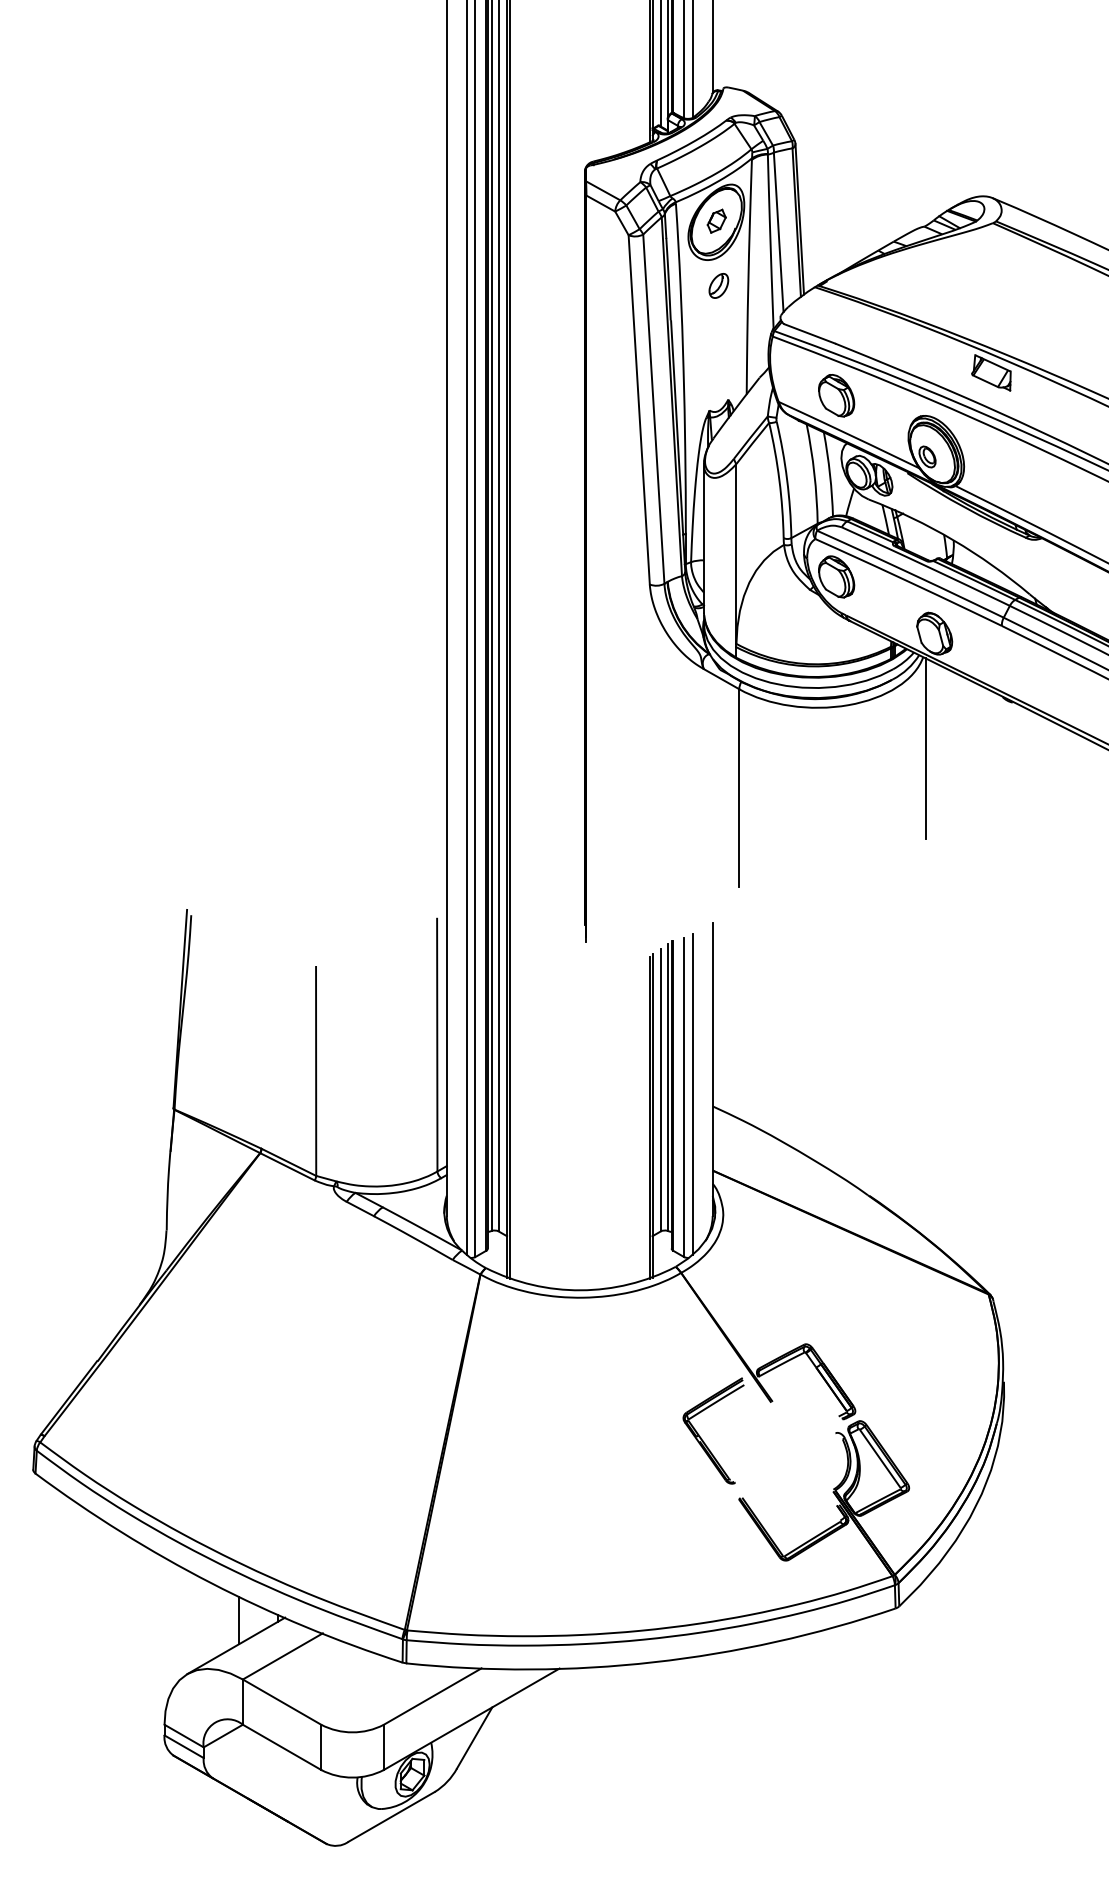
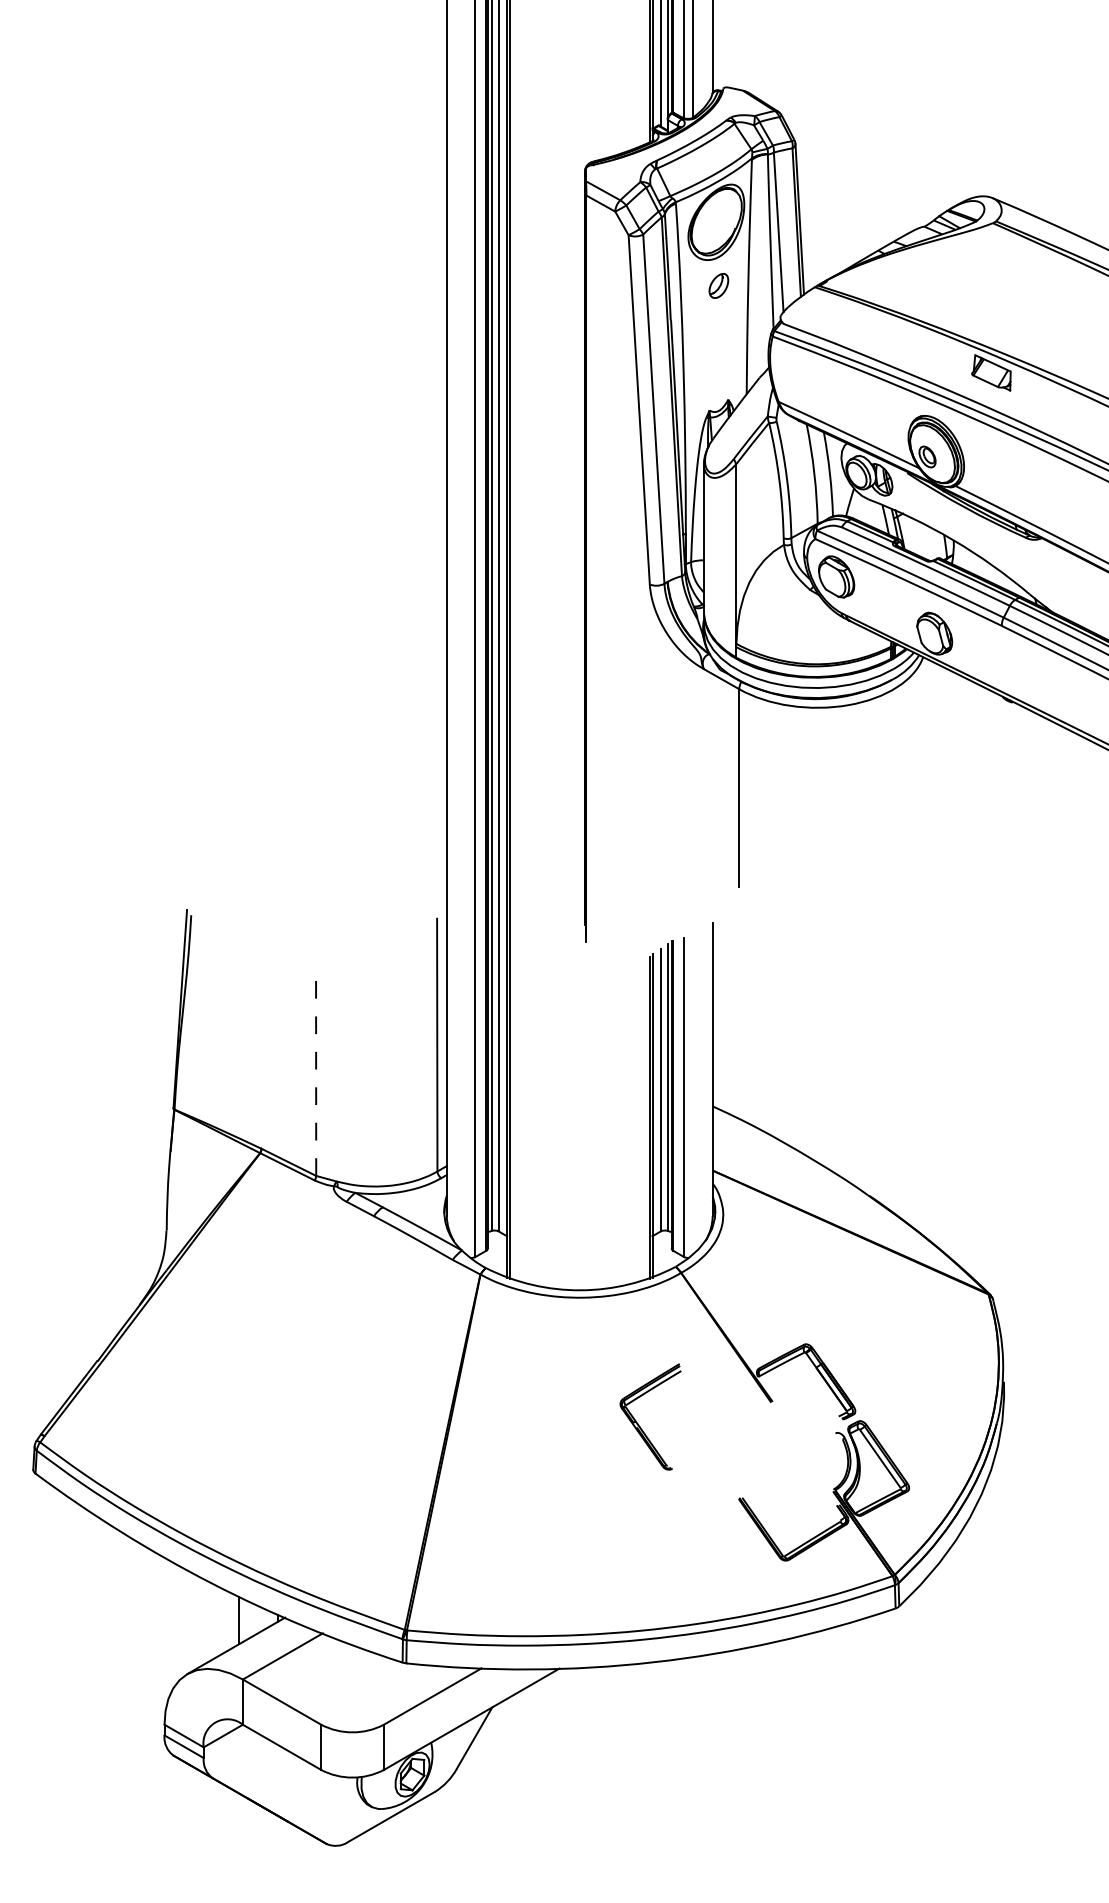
part at (716, 220): present -> none
part at (836, 395): present -> none
line at (466, 628): present -> none
line at (925, 748): present -> none
line at (316, 1070): solid -> dashed
line at (692, 1093): present -> none
part at (701, 1437) position: (701, 1437) -> (638, 1423)
